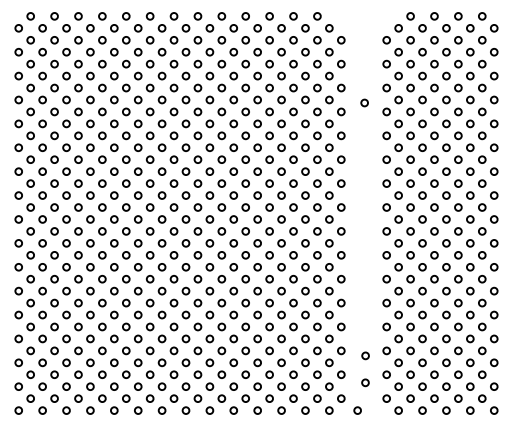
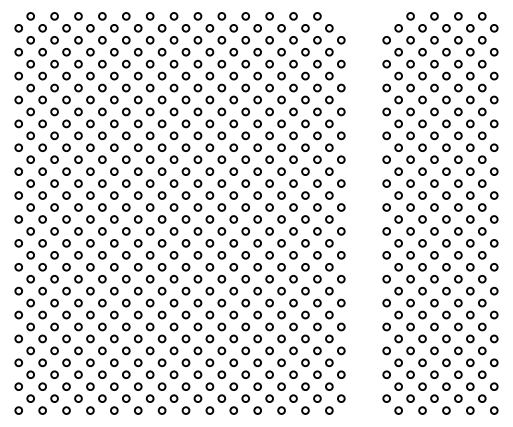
circle at (364, 102): present -> none
circle at (365, 355): present -> none
circle at (365, 382): present -> none
circle at (357, 410): present -> none
